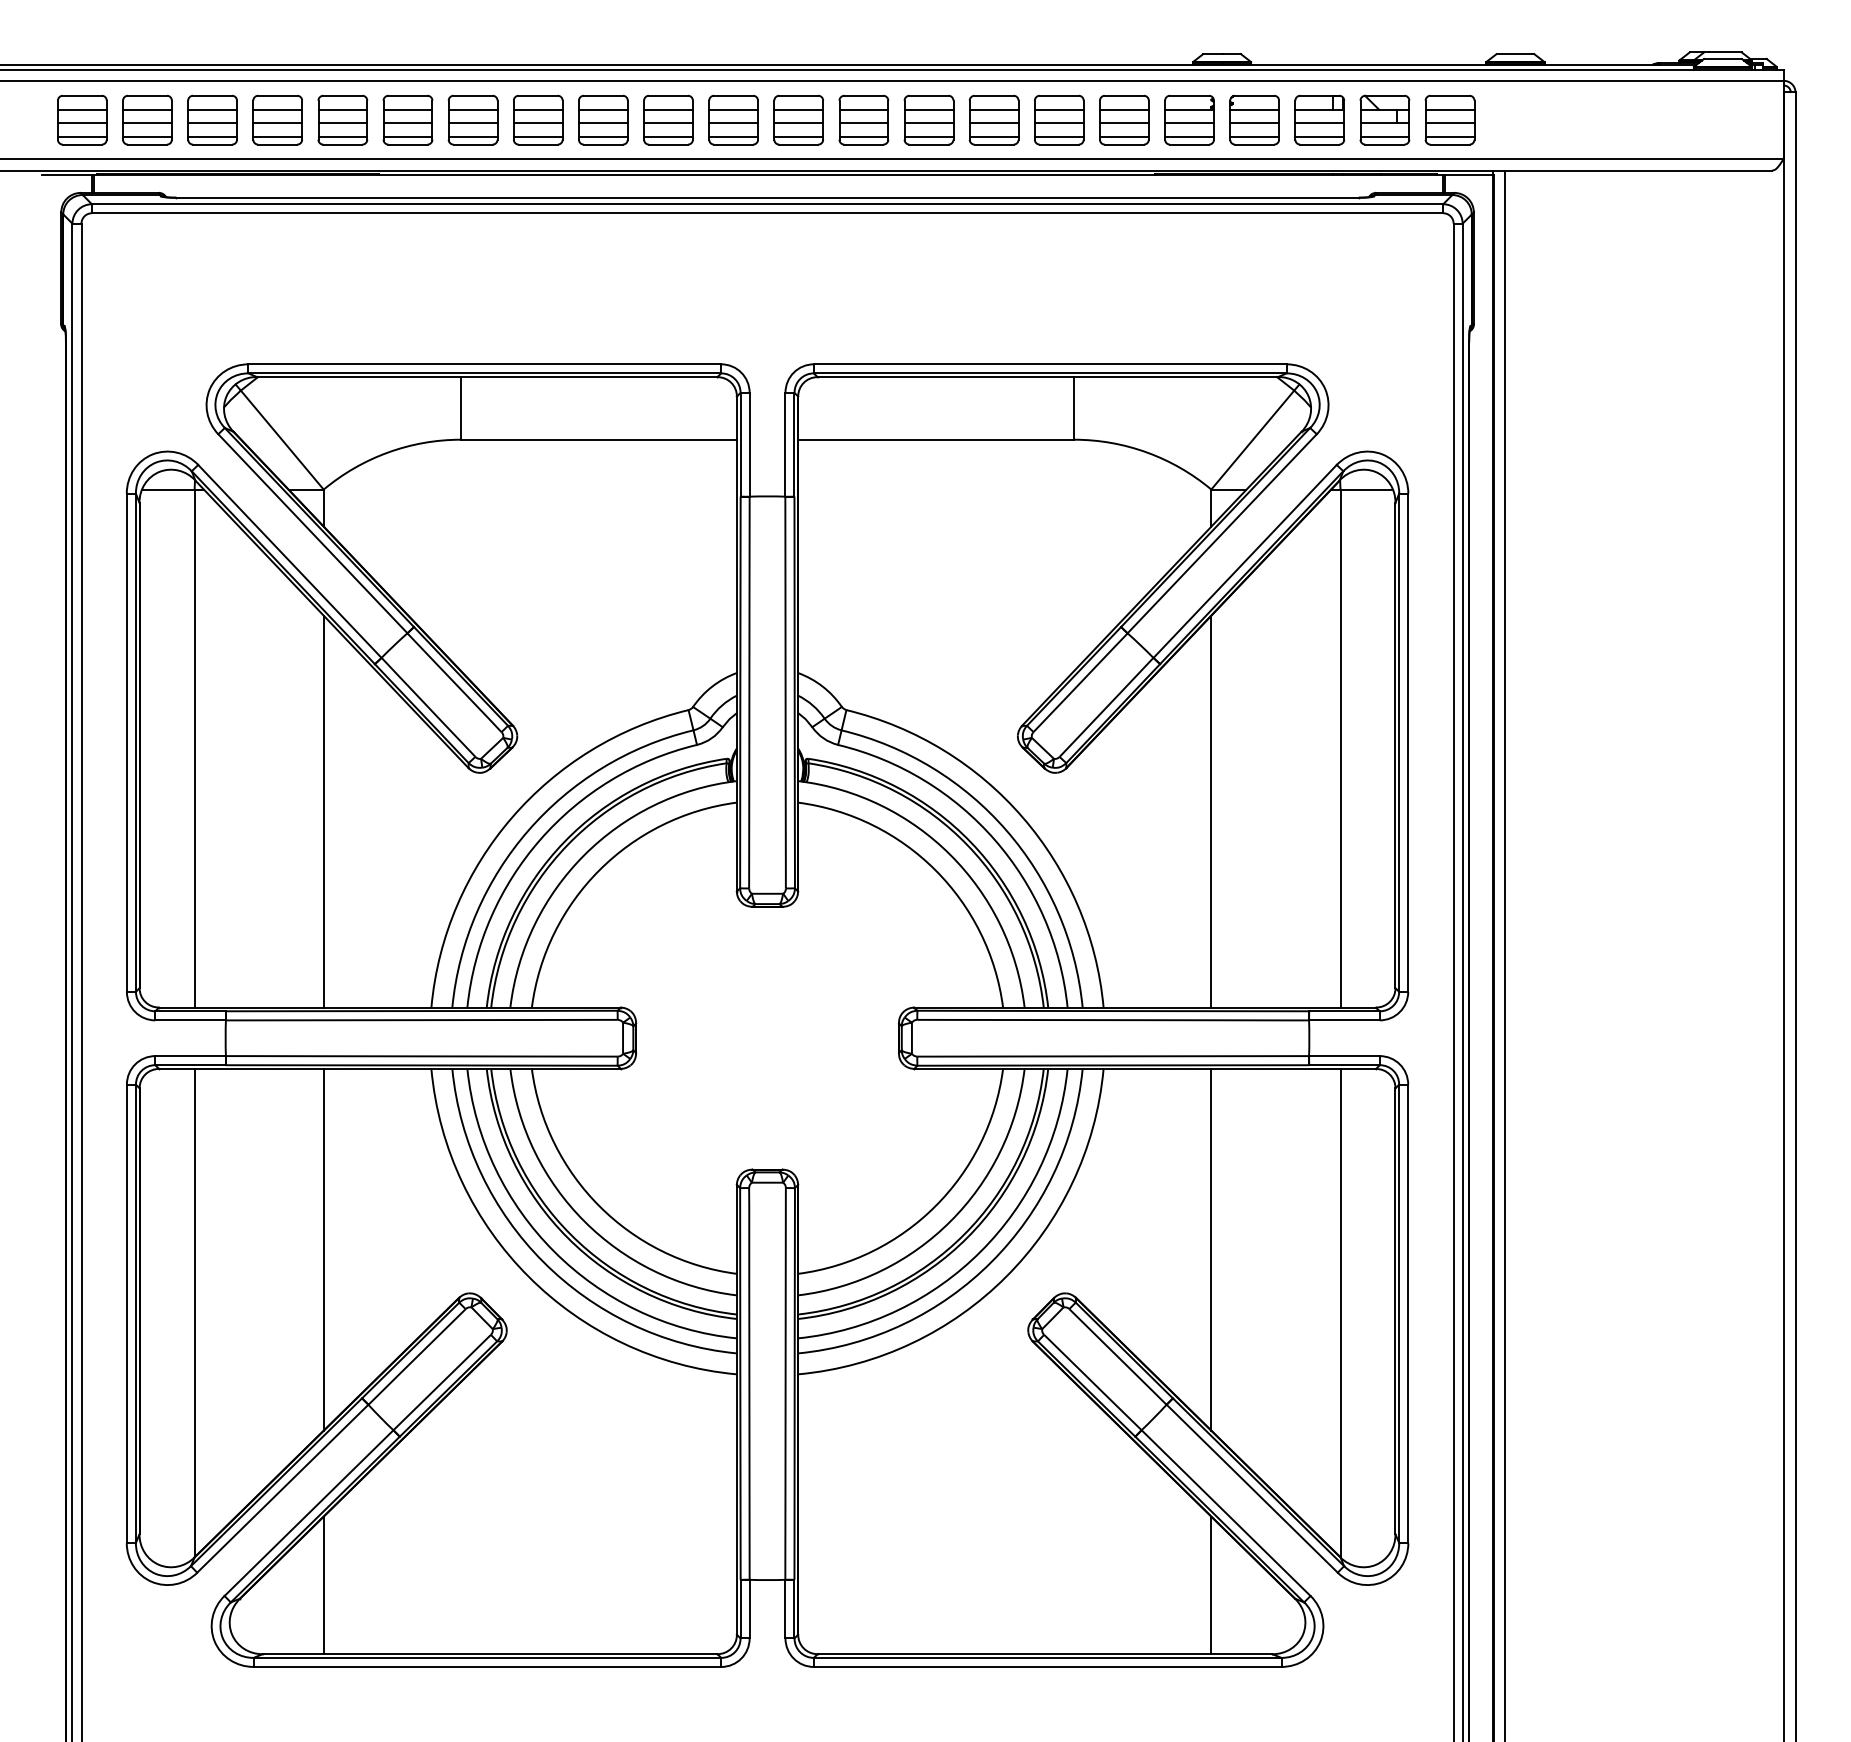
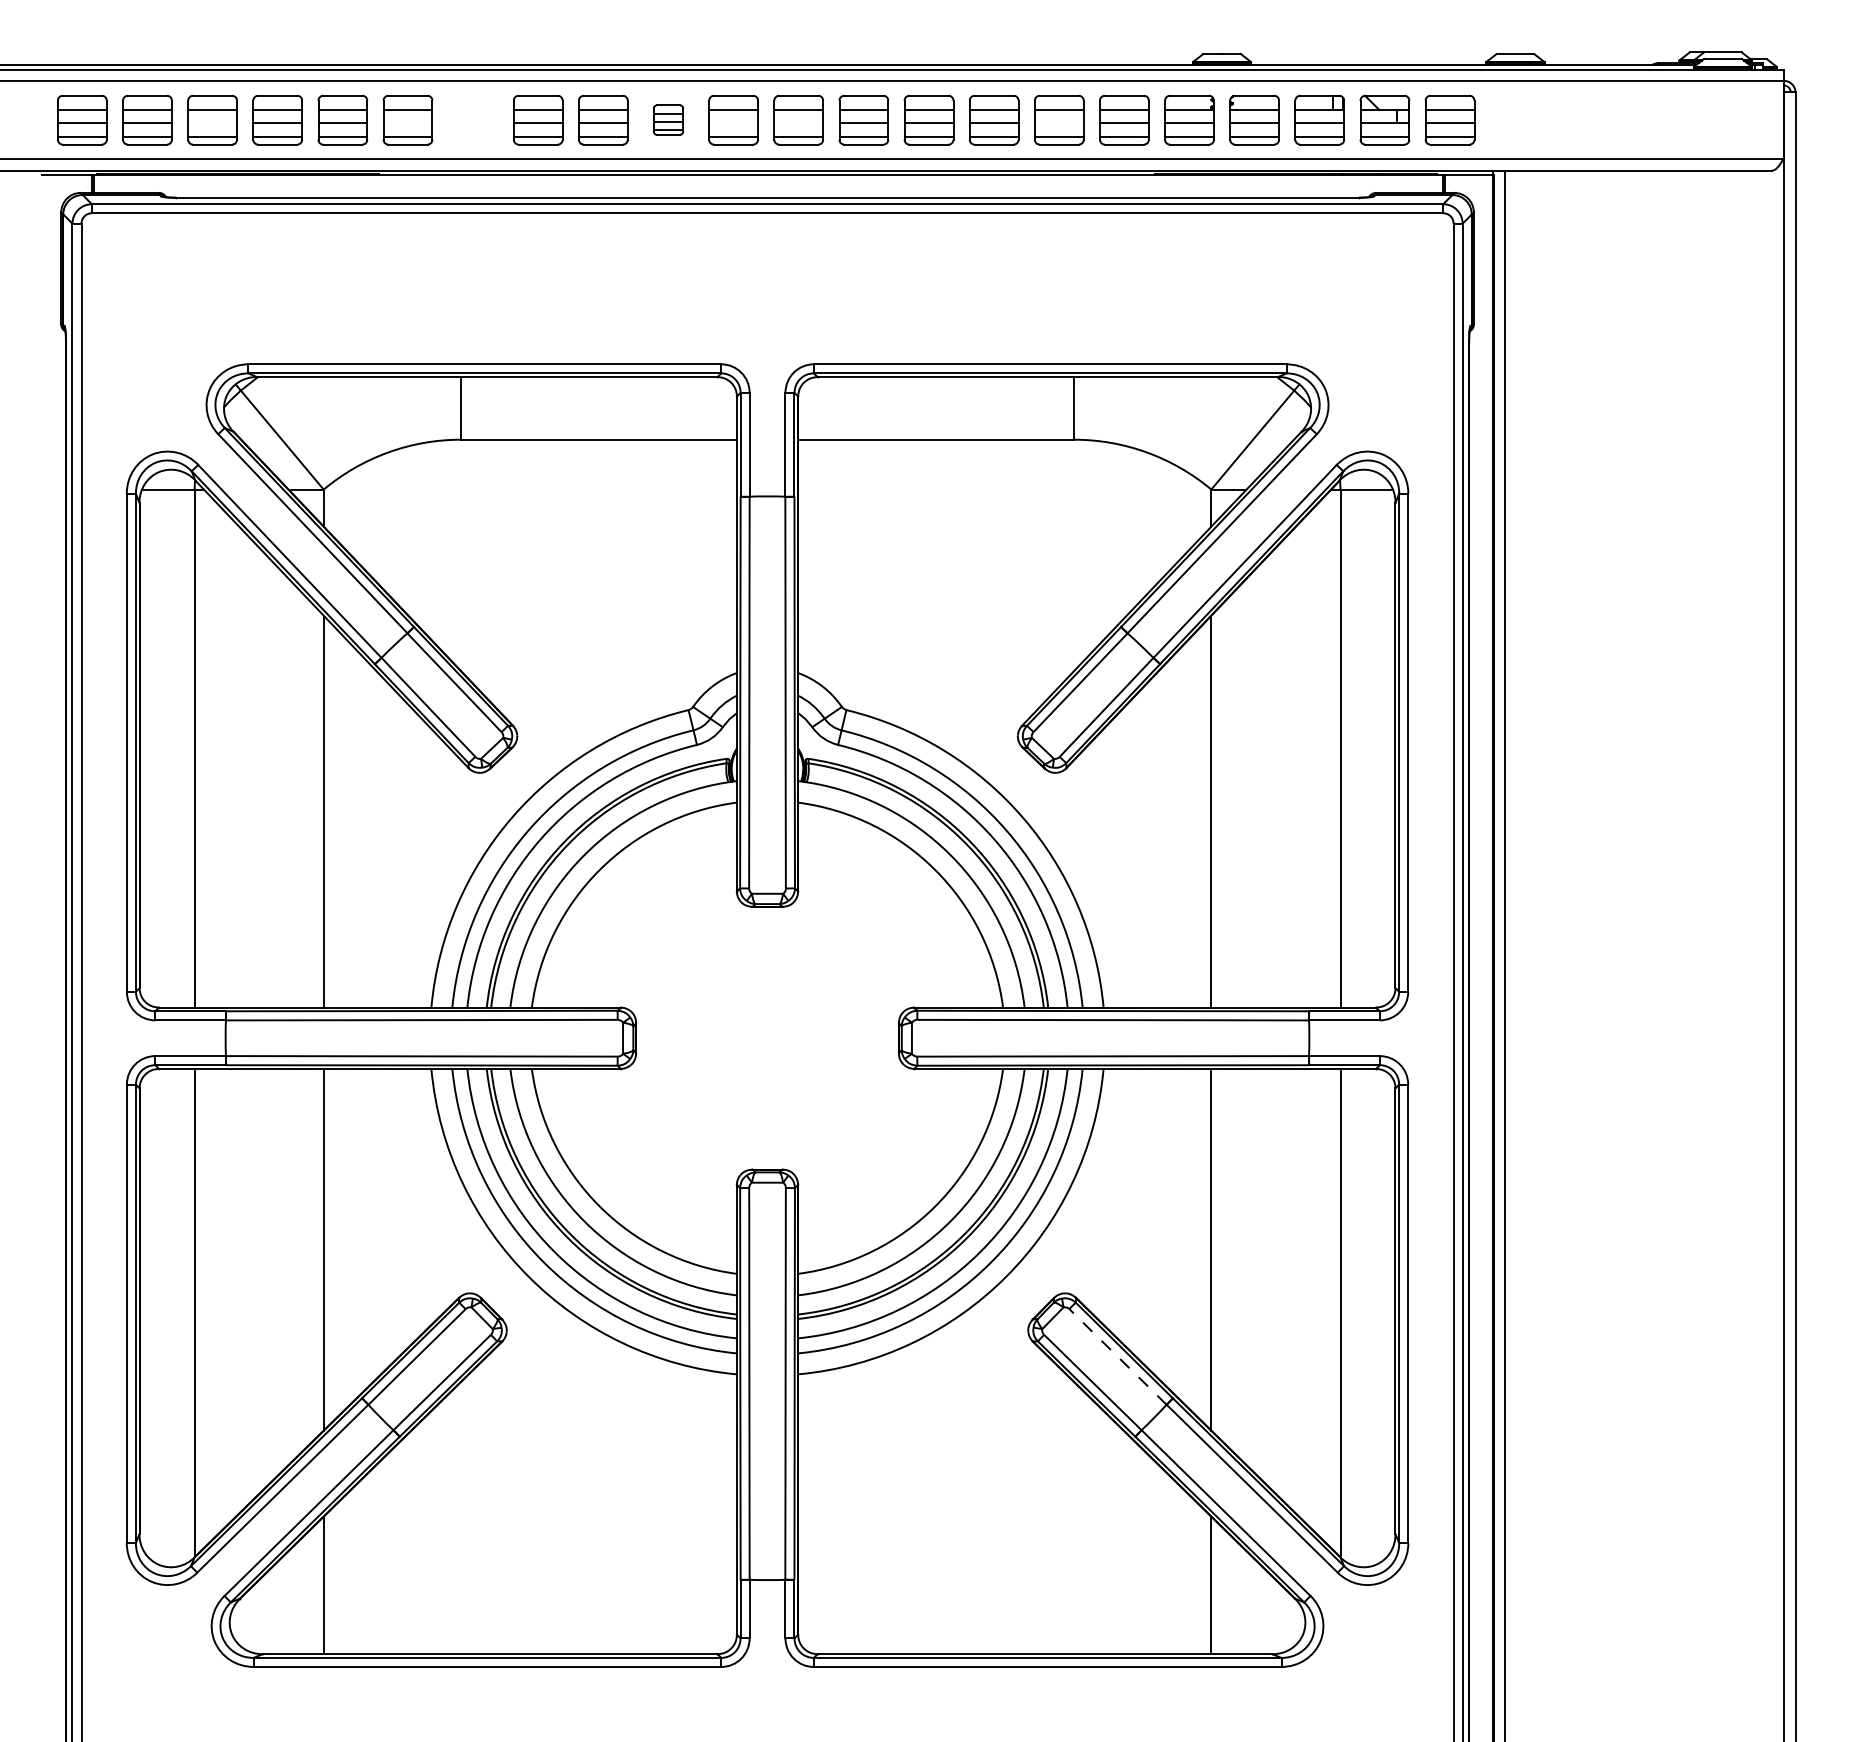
part at (472, 119): present -> none
part at (668, 119) size: 51x52 px -> 31x32 px
line at (212, 123): present -> none
line at (407, 123): present -> none
line at (733, 123): present -> none
line at (798, 123): present -> none
line at (1058, 123): present -> none
line at (1117, 1356): solid -> dashed
